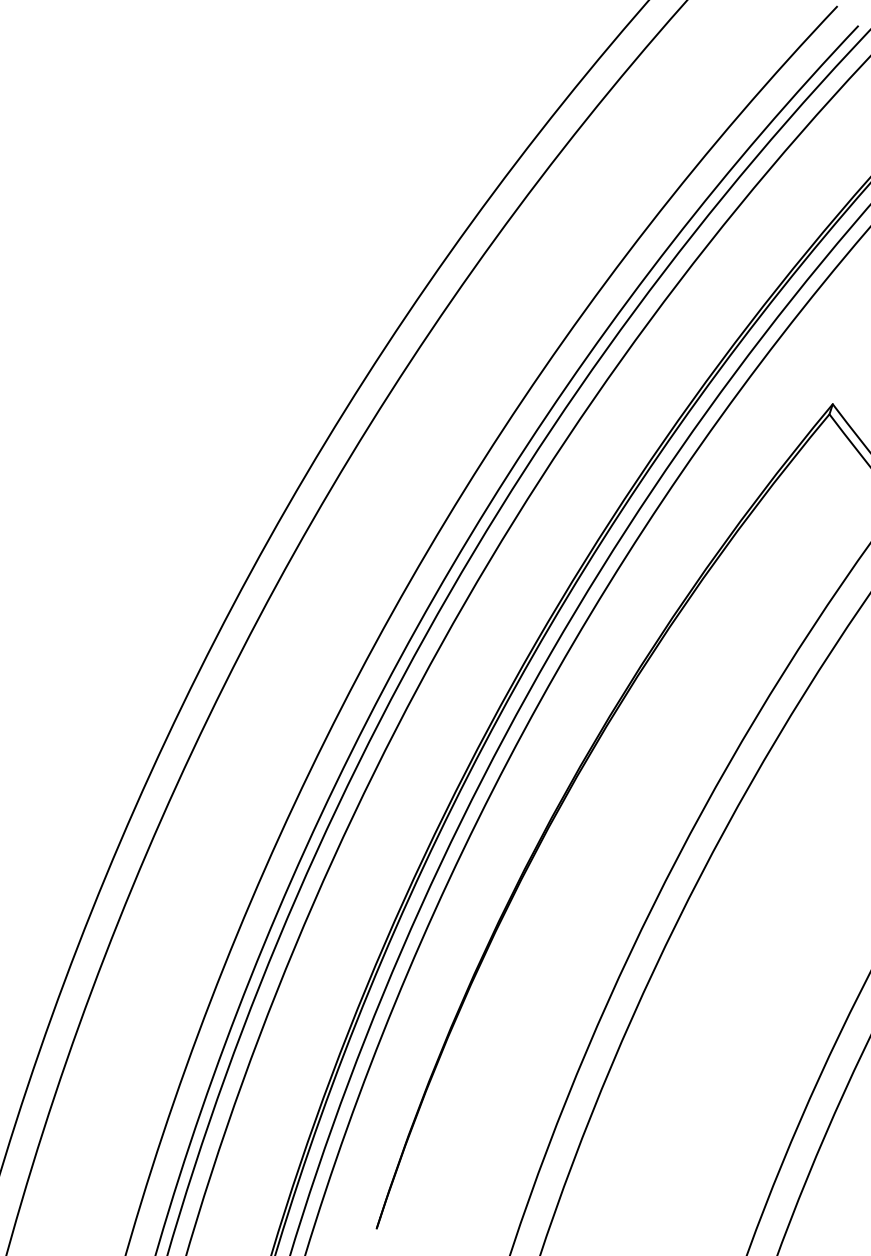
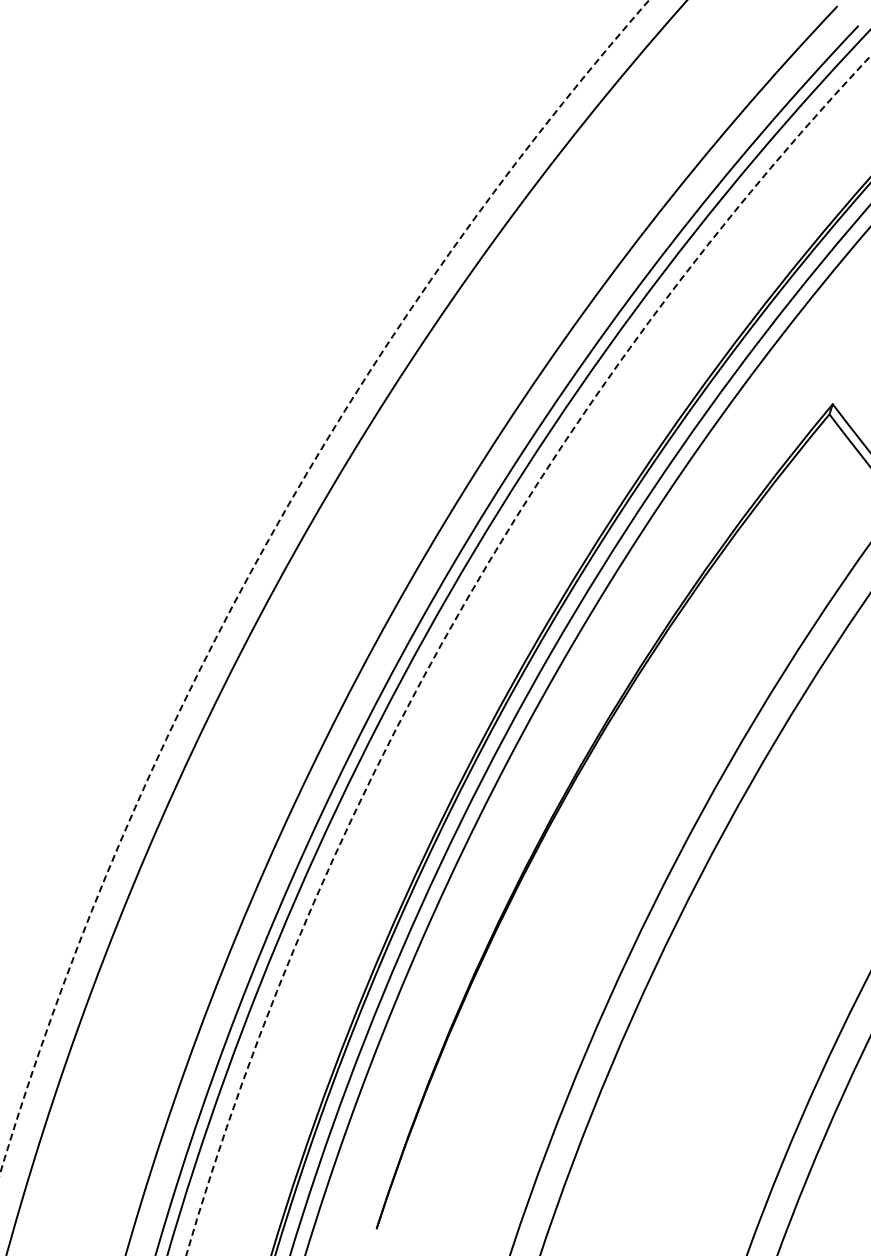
arc at (260, 554): solid -> dashed
arc at (458, 615): solid -> dashed
